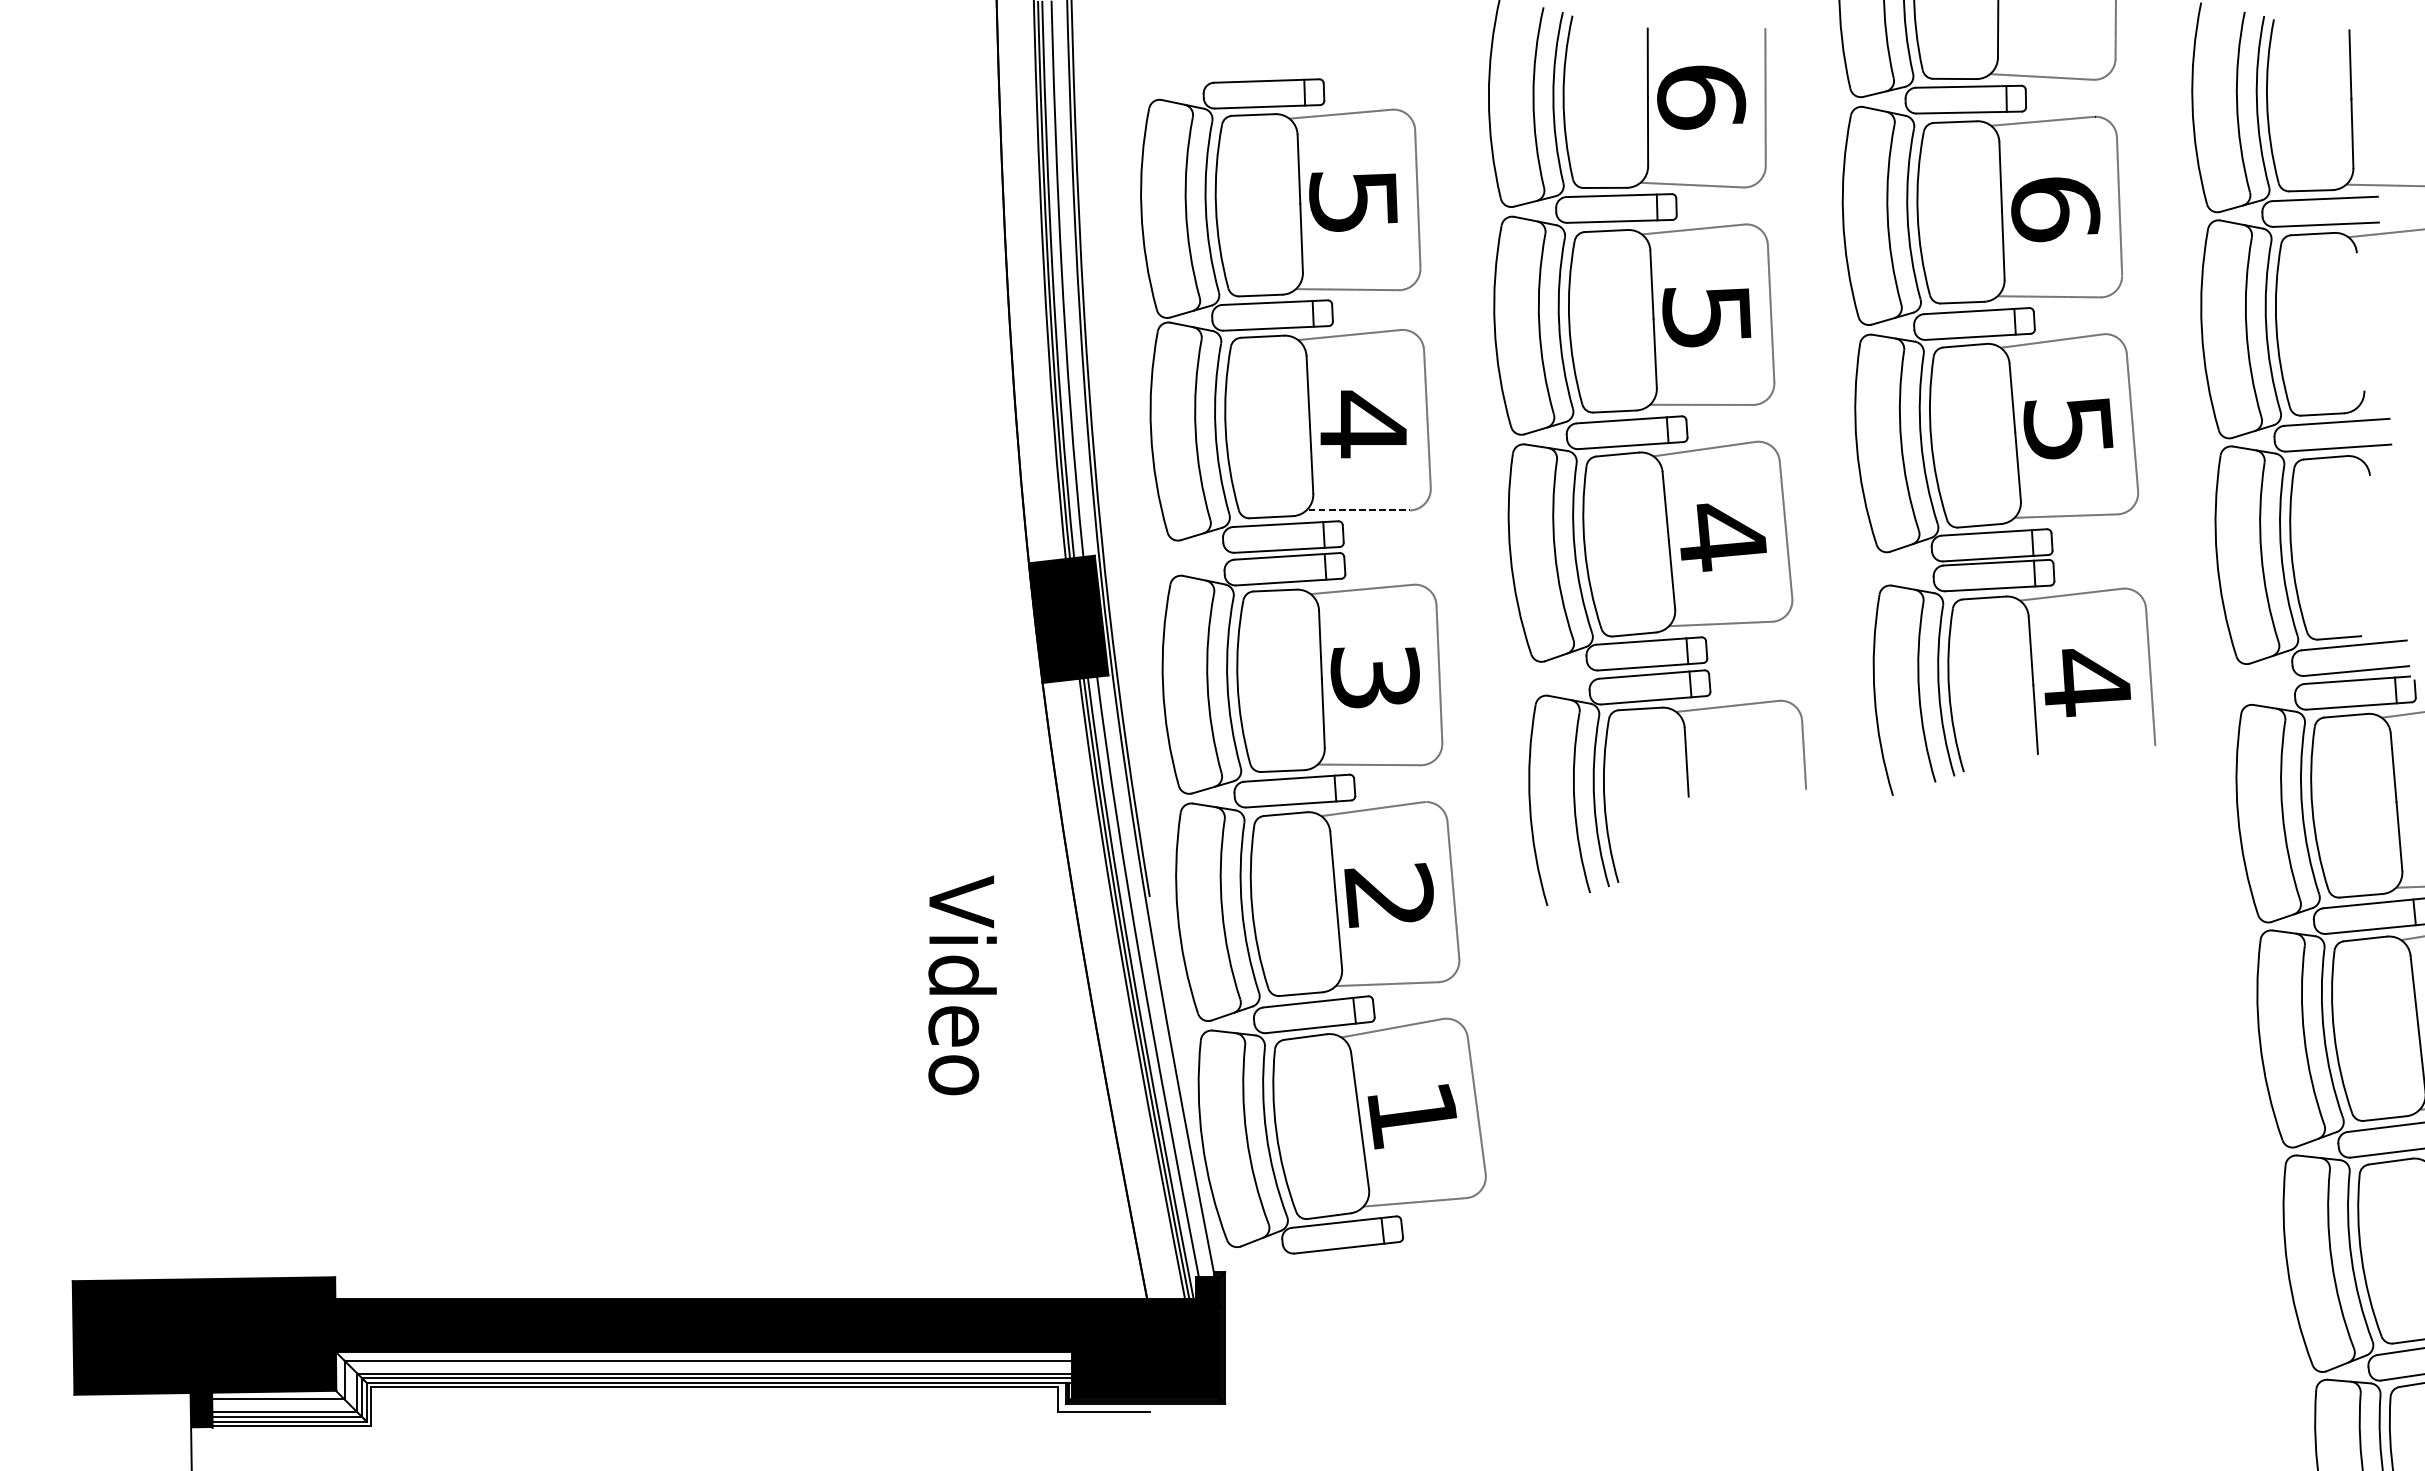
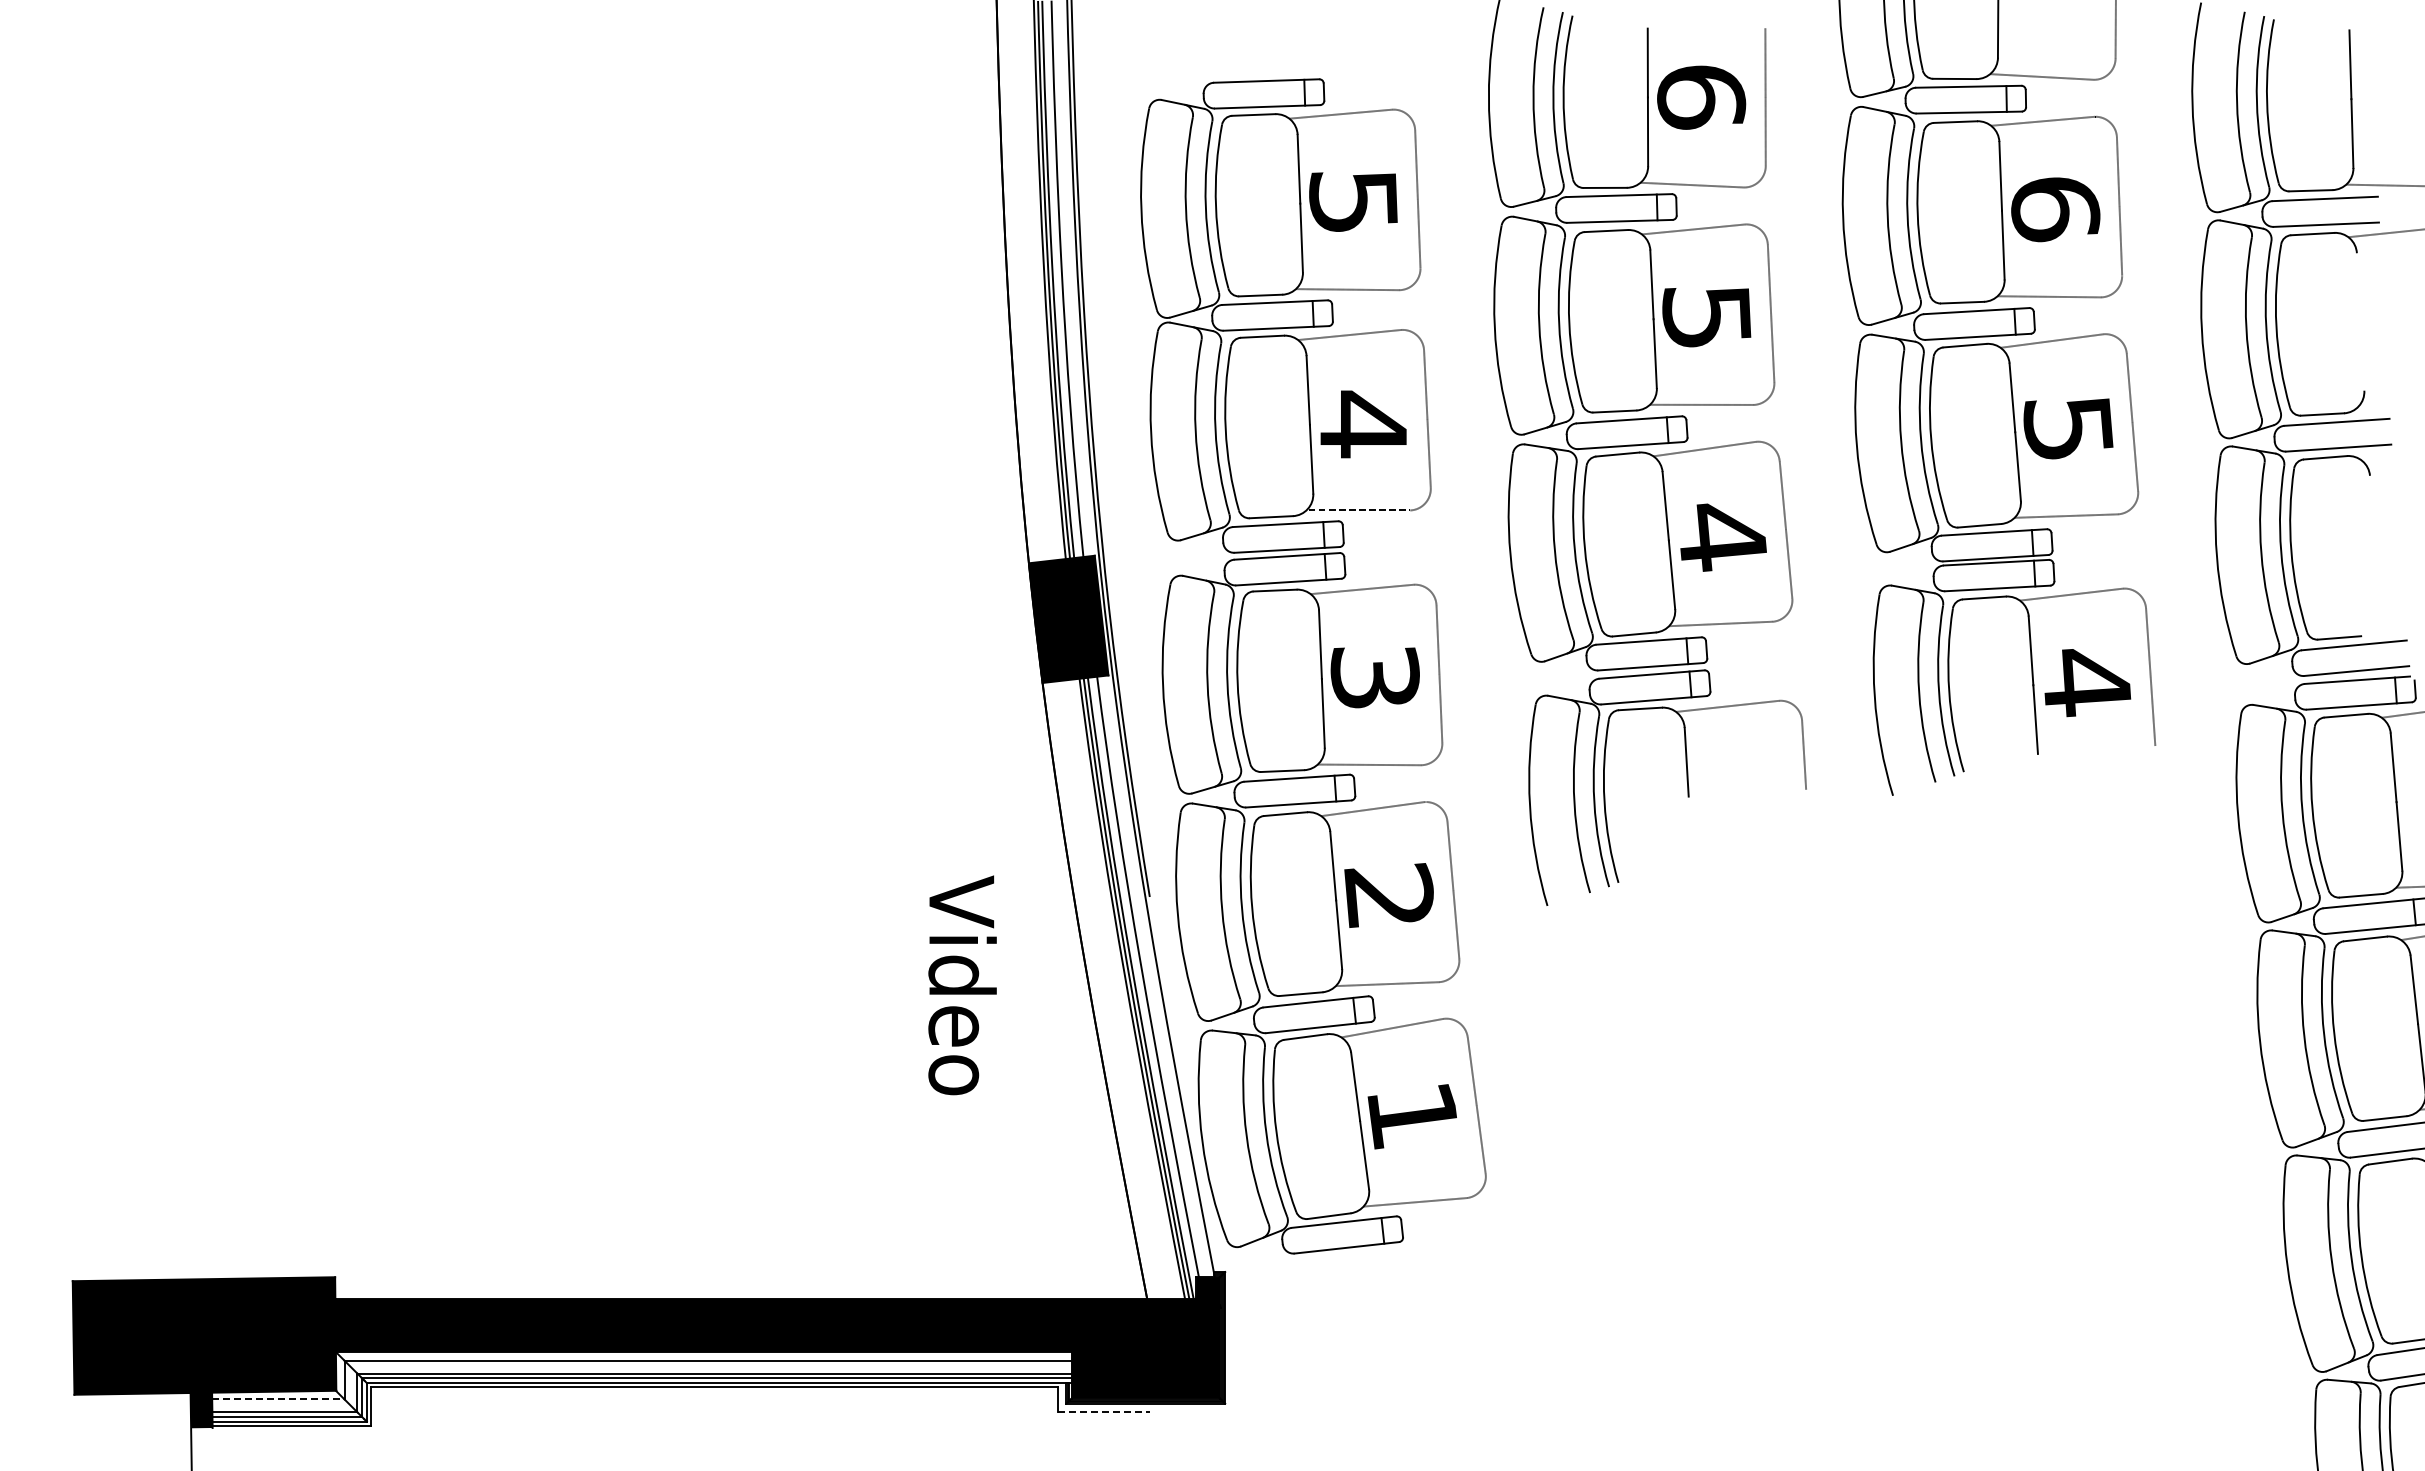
line at (278, 1399): solid -> dashed
line at (1103, 1412): solid -> dashed
